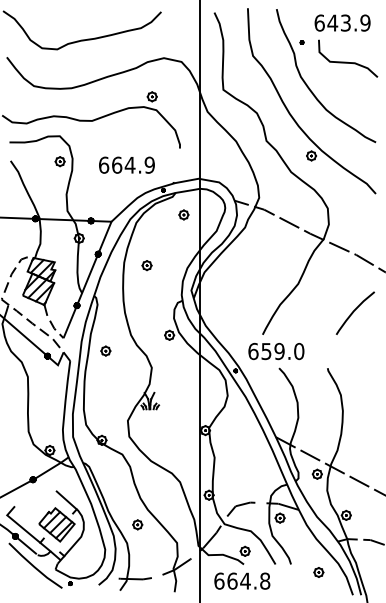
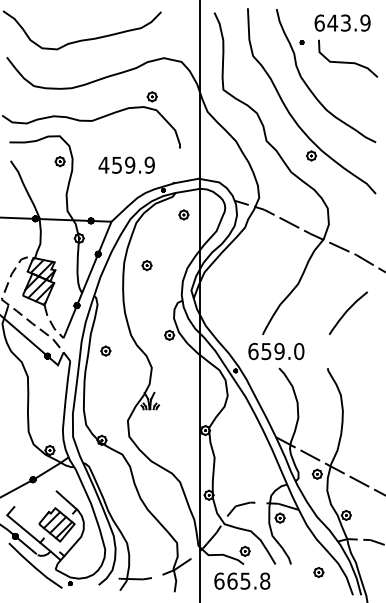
text at (116, 164): 664.9 -> 459.9
curve at (354, 311) position: (354, 311) -> (347, 311)
part at (137, 524): present -> none
text at (245, 580): 664.8 -> 665.8
